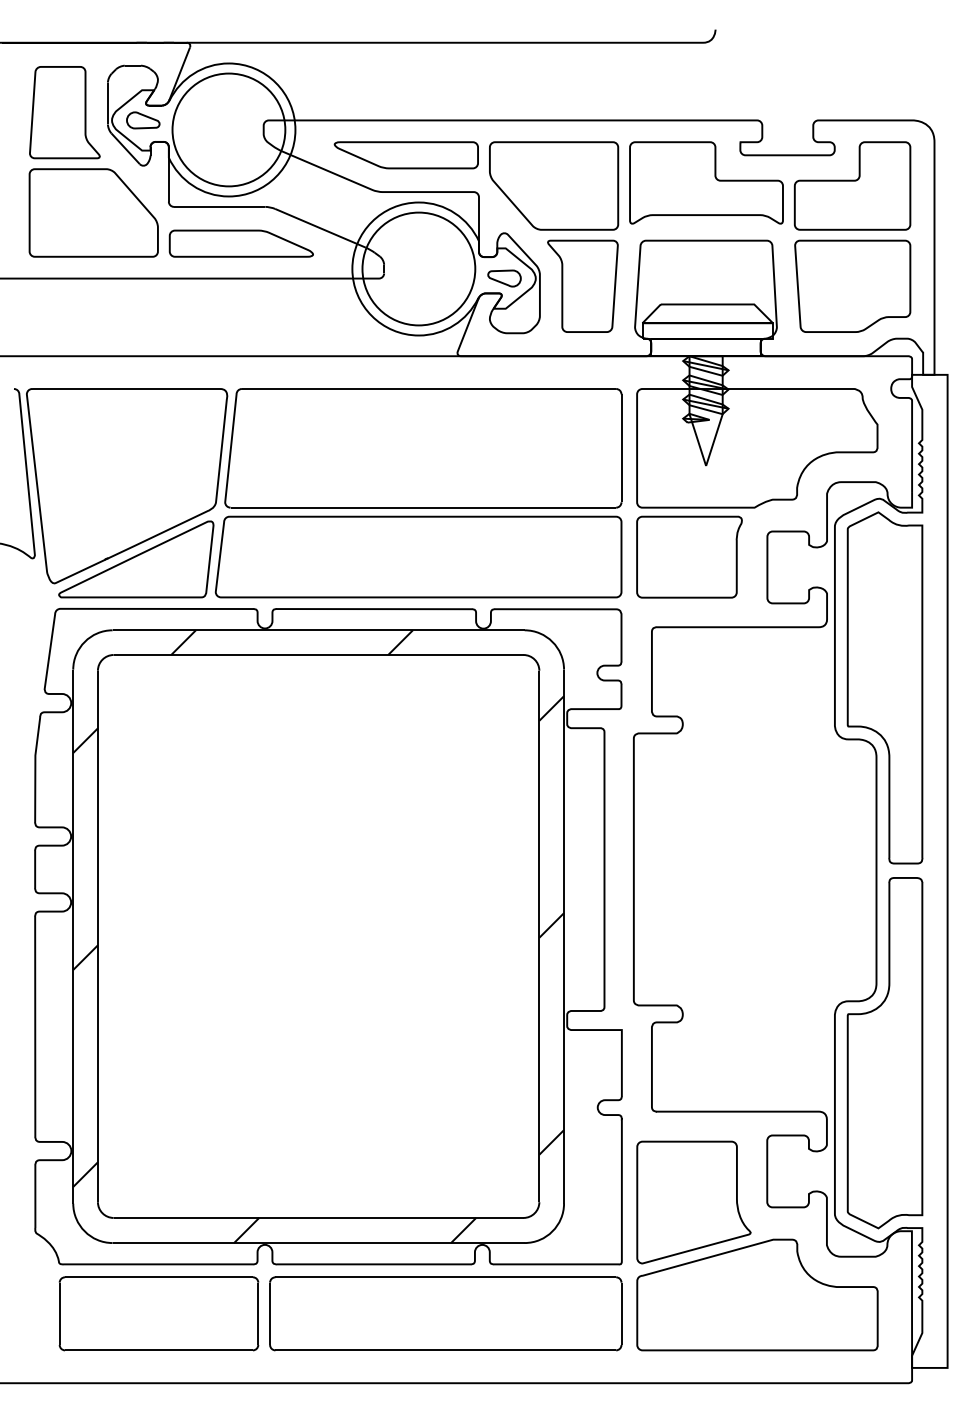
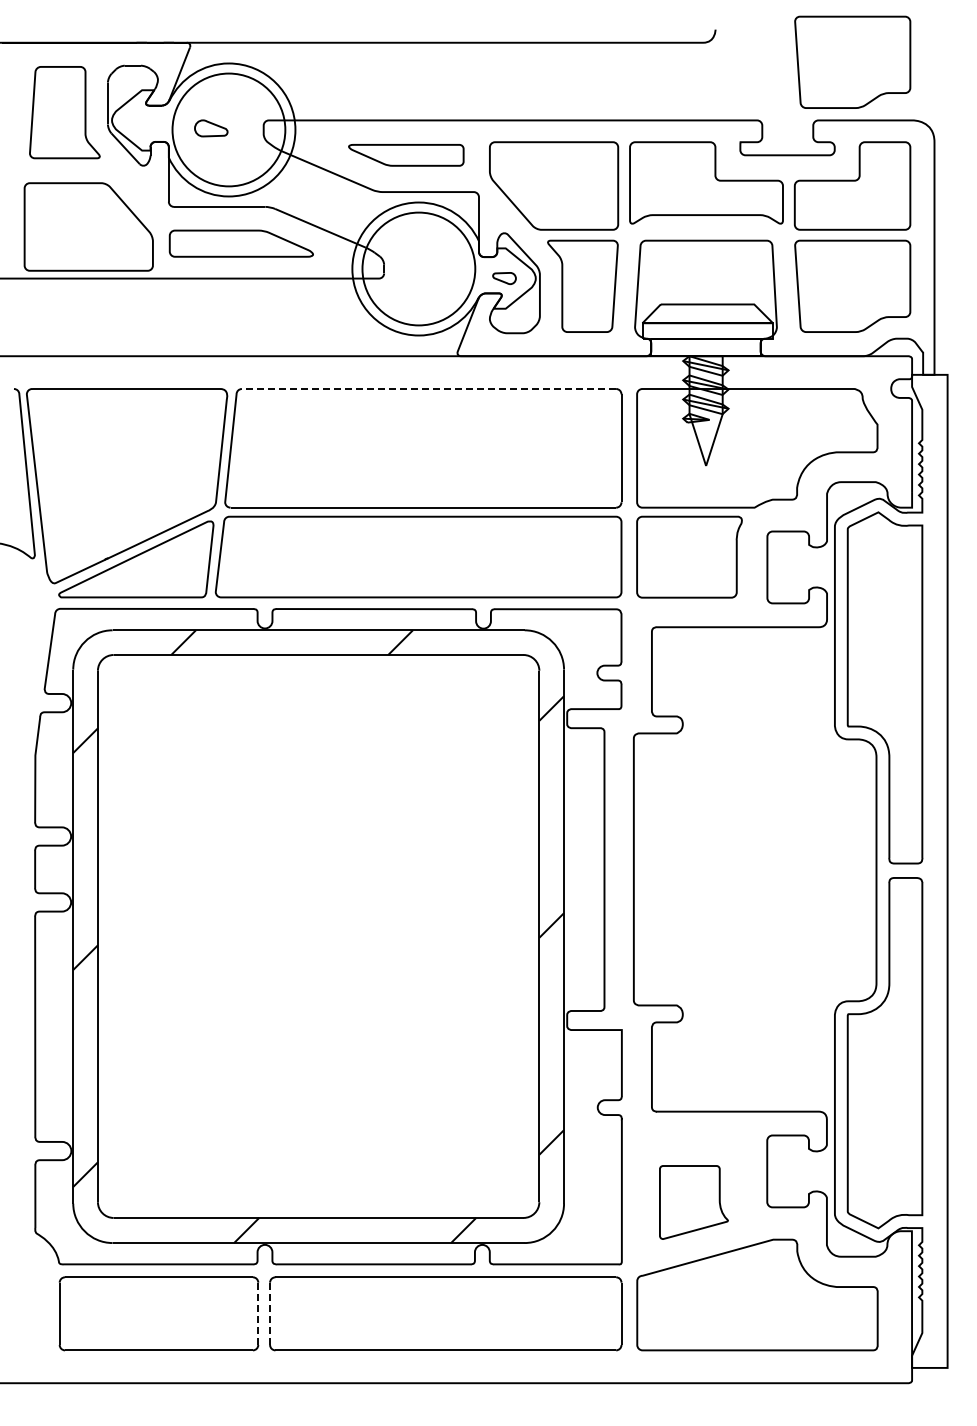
part at (852, 61): none -> present
part at (143, 120) position: (143, 120) -> (211, 128)
part at (405, 155) size: 146x29 px -> 117x23 px
part at (93, 212) position: (93, 212) -> (88, 226)
part at (504, 278) size: 35x19 px -> 25x14 px
line at (428, 389): solid -> dashed
part at (693, 1202) size: 116x125 px -> 70x75 px
line at (258, 1314): solid -> dashed
line at (270, 1314): solid -> dashed
